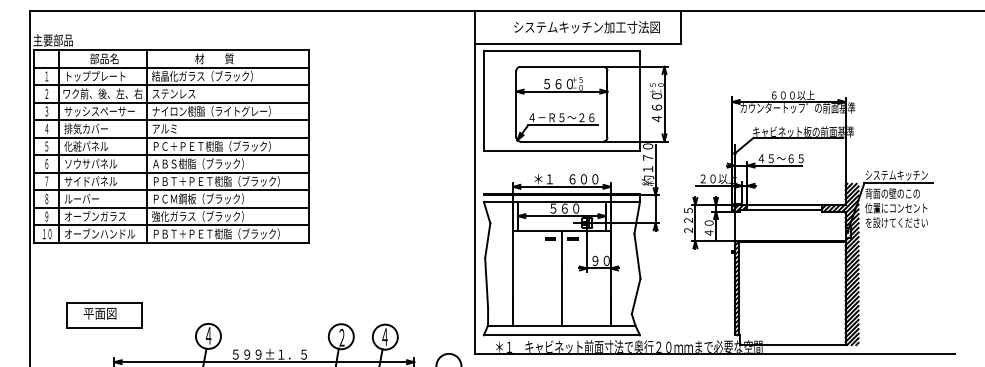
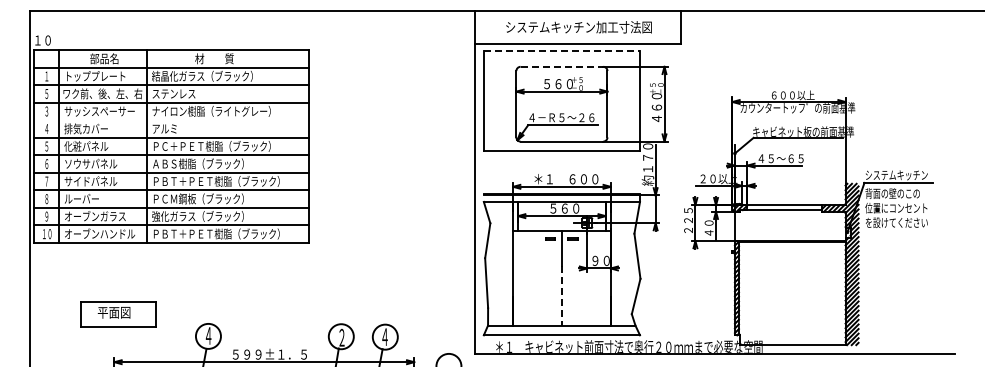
text at (586, 27) position: (586, 27) -> (578, 27)
text at (52, 40): 主要部品 -> １０
line at (562, 50): solid -> dashed
line at (562, 66): solid -> dashed
text at (46, 93): ２ -> ５
line at (171, 120): present -> none
line at (561, 295): solid -> dashed
part at (104, 315) position: (104, 315) -> (118, 314)
